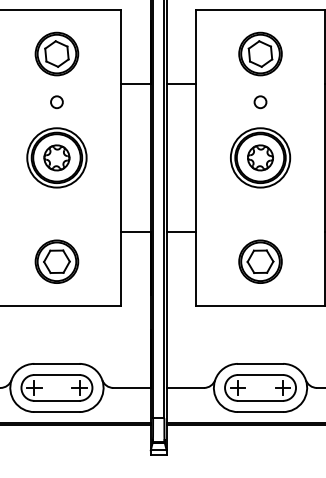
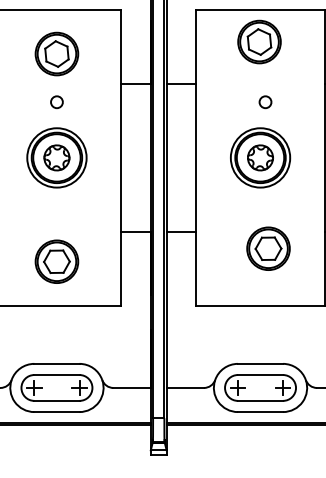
part at (260, 53) position: (260, 53) -> (259, 41)
circle at (260, 102) position: (260, 102) -> (265, 102)
part at (260, 261) position: (260, 261) -> (268, 248)
